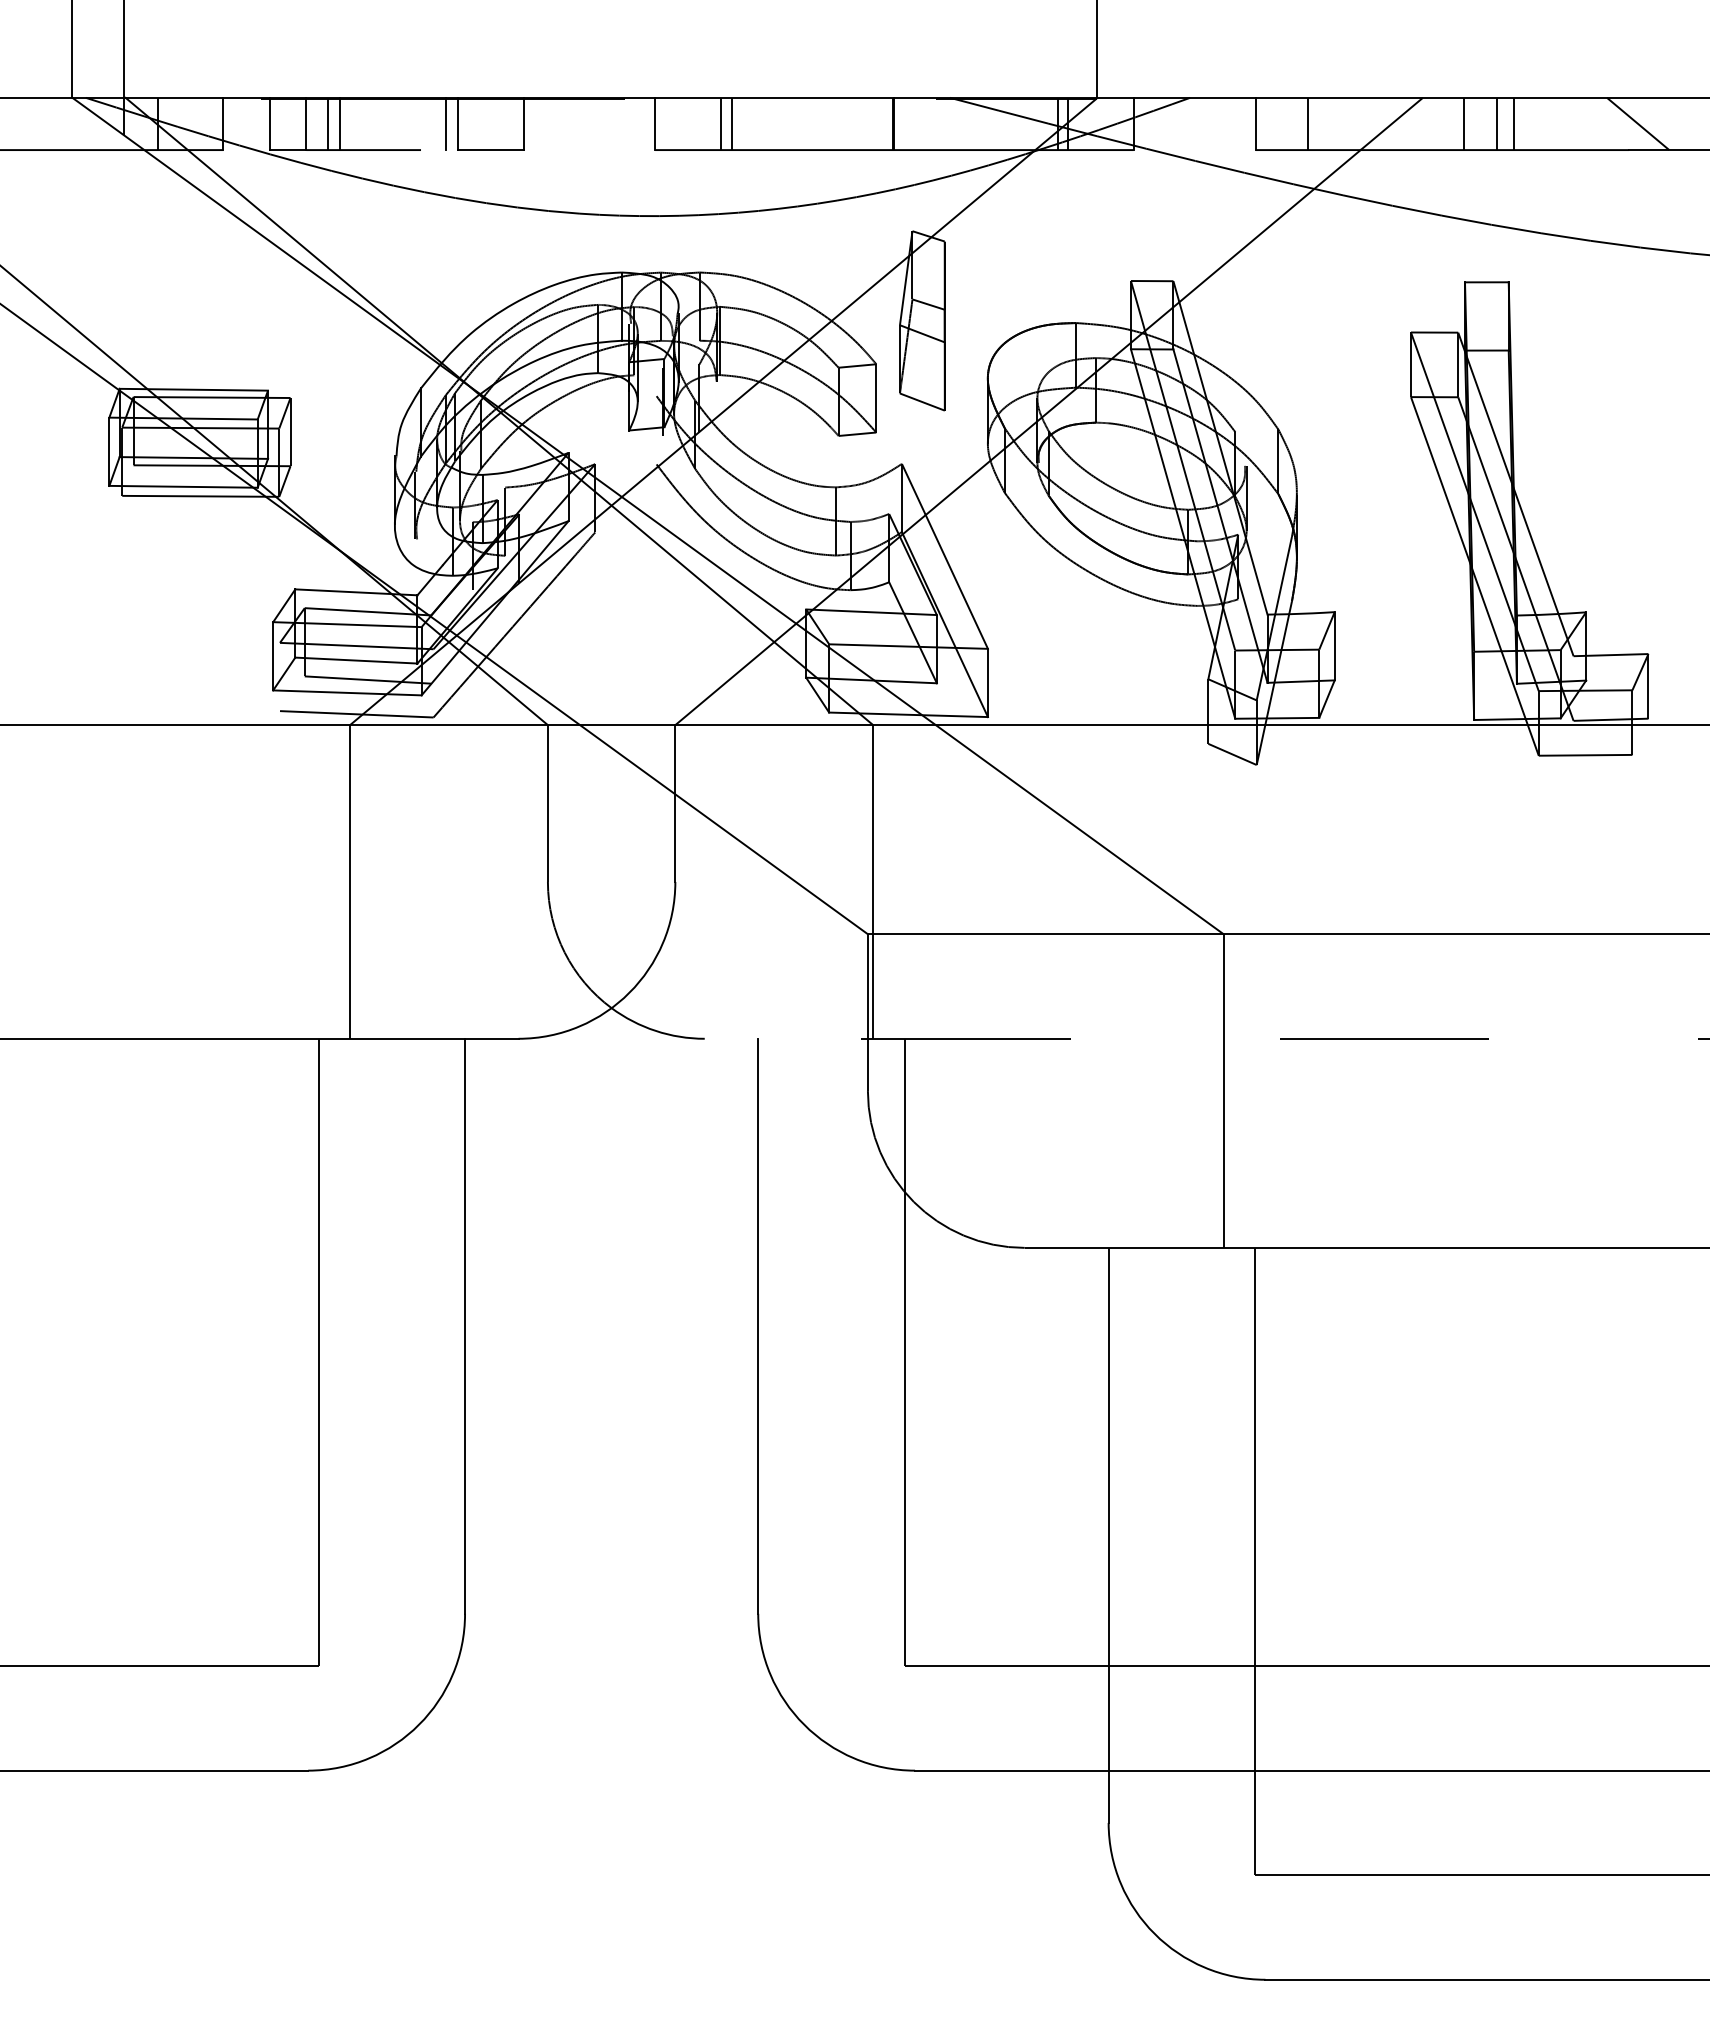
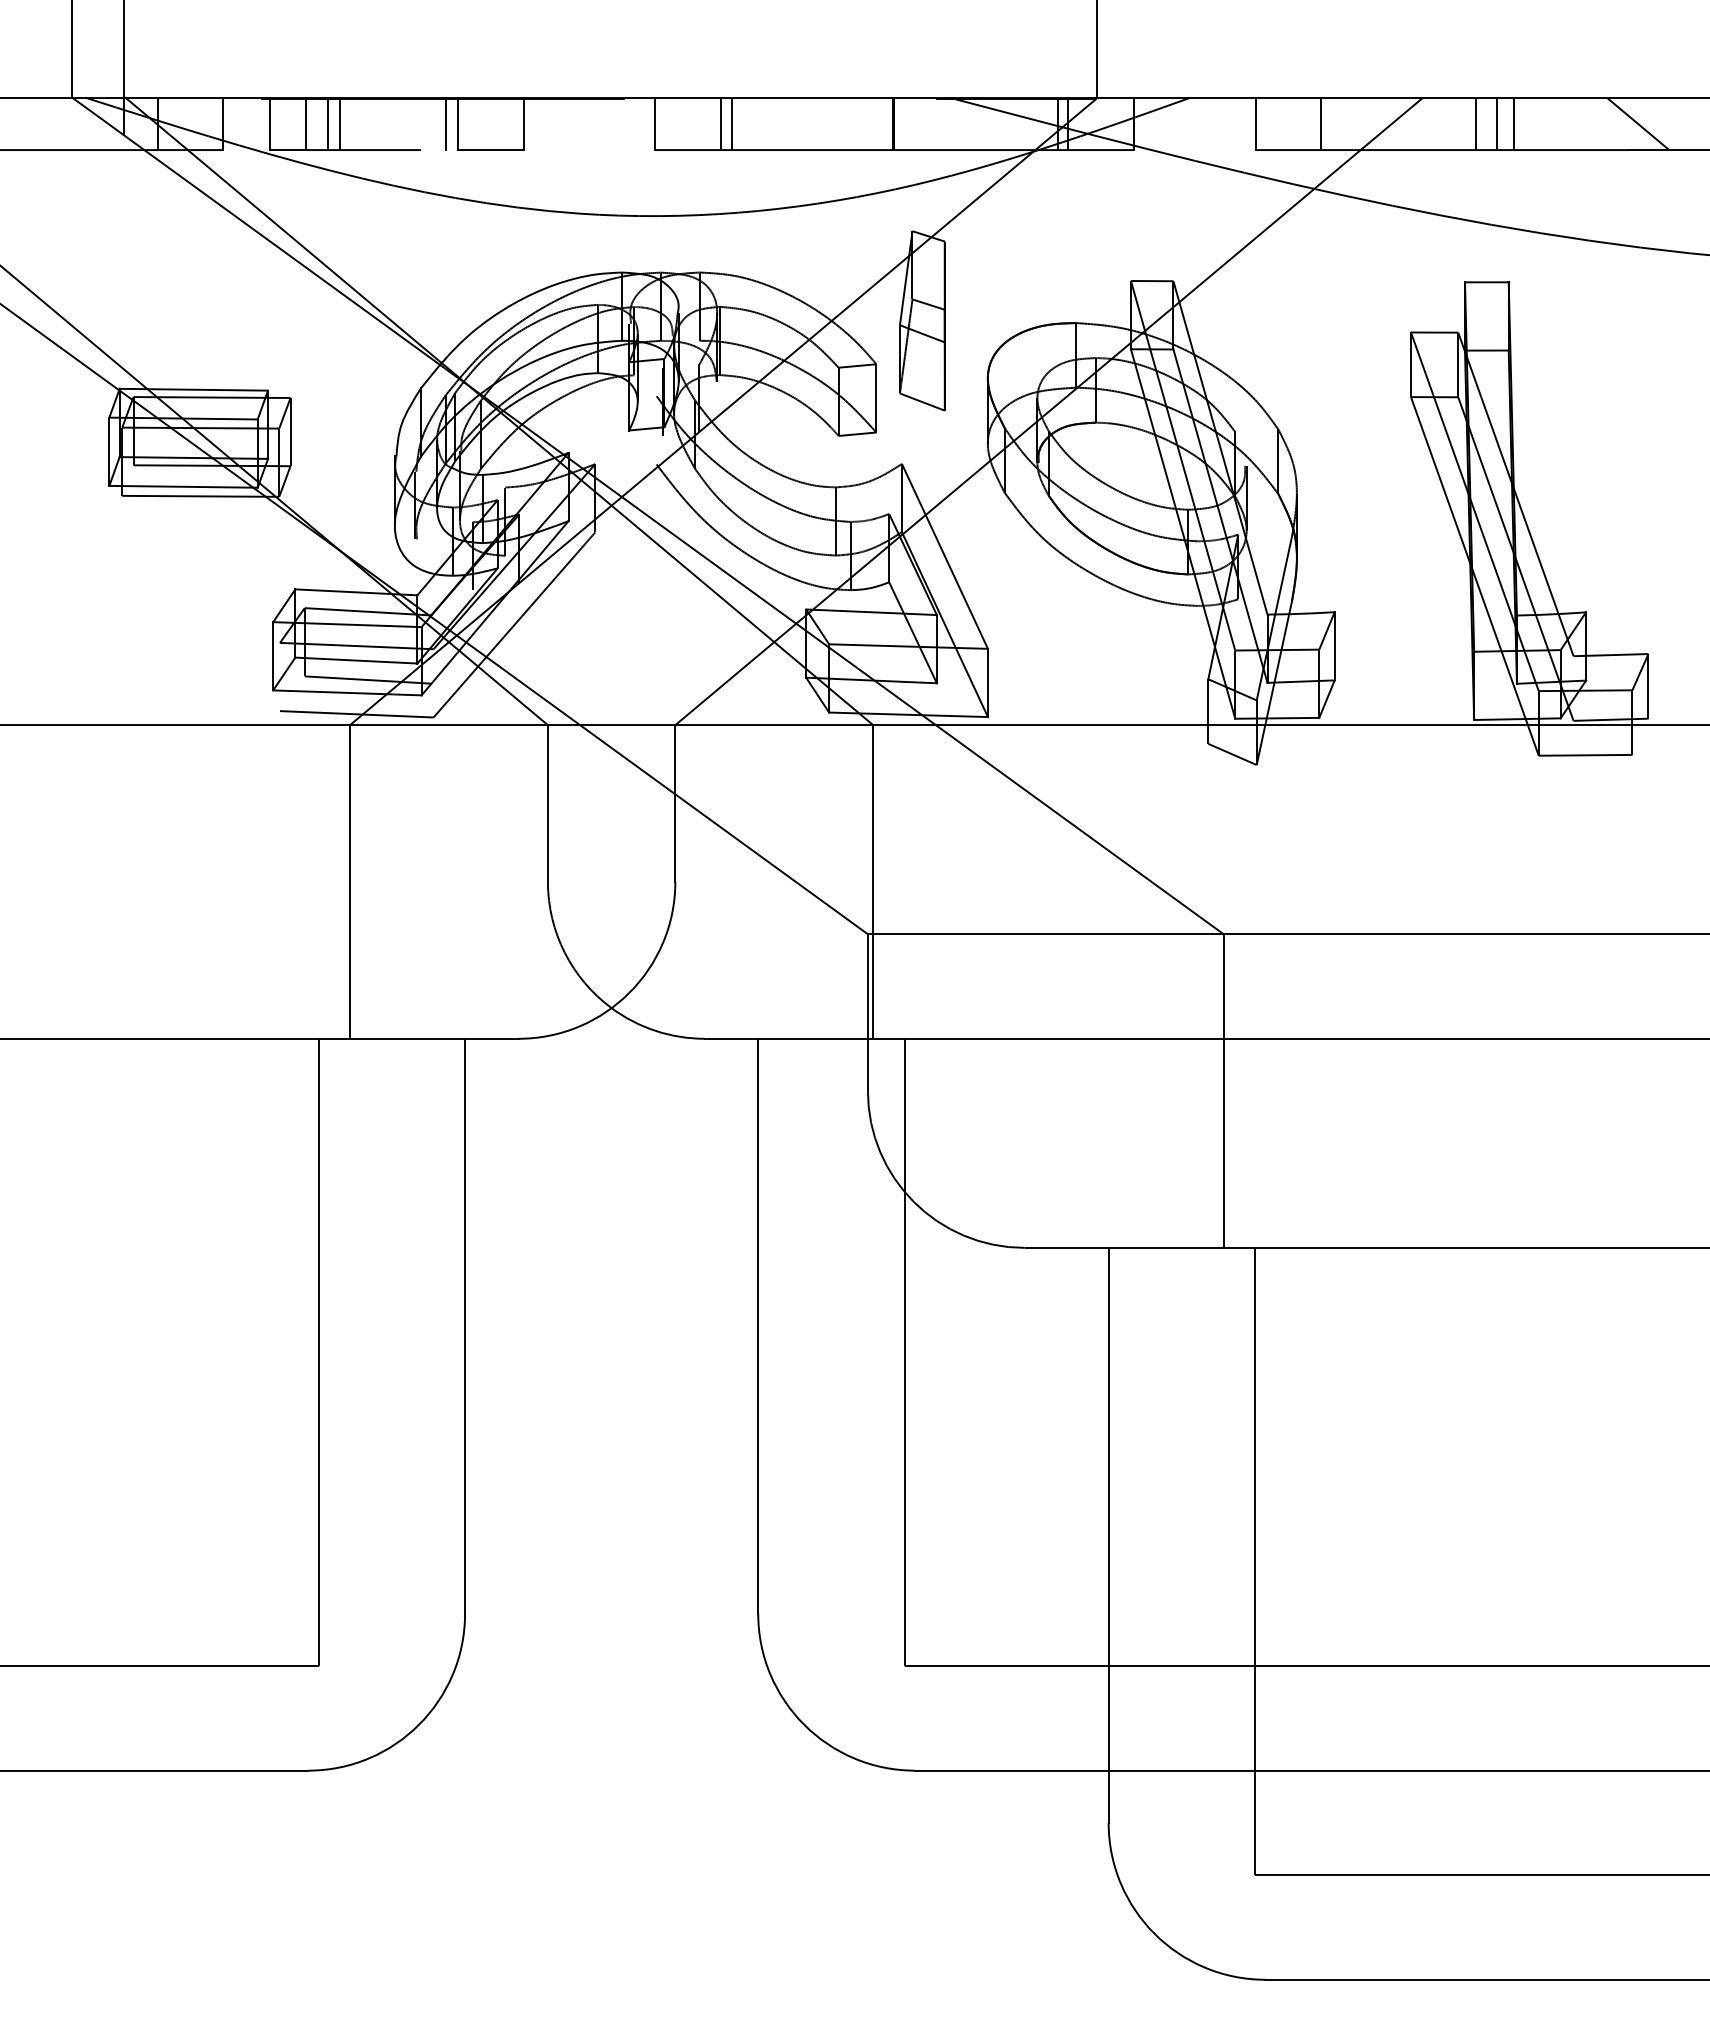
line at (1308, 123) position: (1308, 123) -> (1321, 123)
line at (1464, 123) position: (1464, 123) -> (1476, 123)
line at (1206, 1038): dashed -> solid
